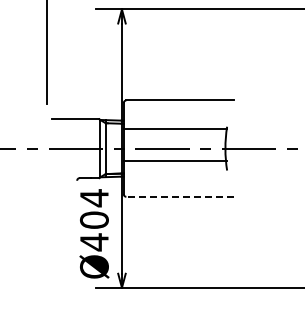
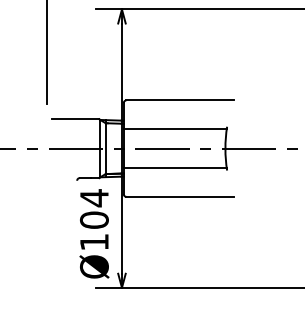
line at (174, 161) position: (174, 161) -> (174, 168)
line at (180, 196): dashed -> solid
text at (94, 242): Ø404 -> Ø104
